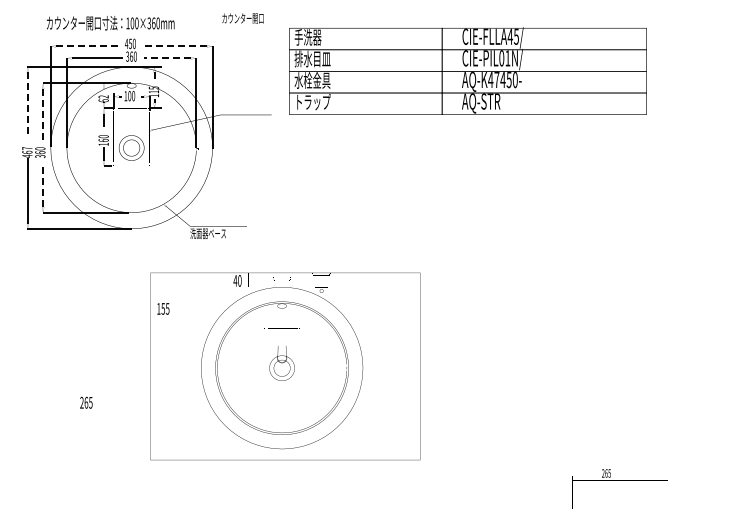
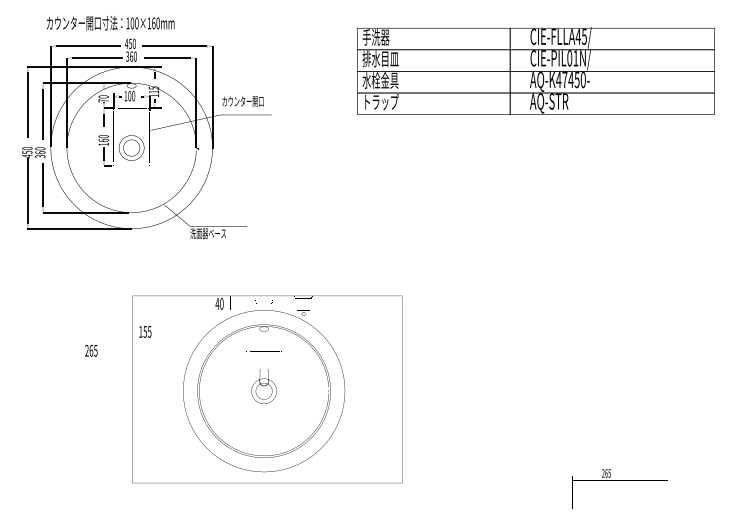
text at (242, 18) position: (242, 18) -> (242, 101)
text at (149, 23): 100×360mm -> 100×160mm
line at (88, 46): dashed -> solid
line at (174, 46): dashed -> solid
line at (167, 58): dashed -> solid
text at (467, 70) position: (467, 70) -> (535, 70)
text at (103, 98): 62 -> 70
line at (27, 105): dashed -> solid
line at (43, 114): dashed -> solid
text at (27, 150): 467 -> 450
line at (43, 184): dashed -> solid
text at (285, 366) position: (285, 366) -> (267, 389)
text at (86, 402) position: (86, 402) -> (91, 350)
